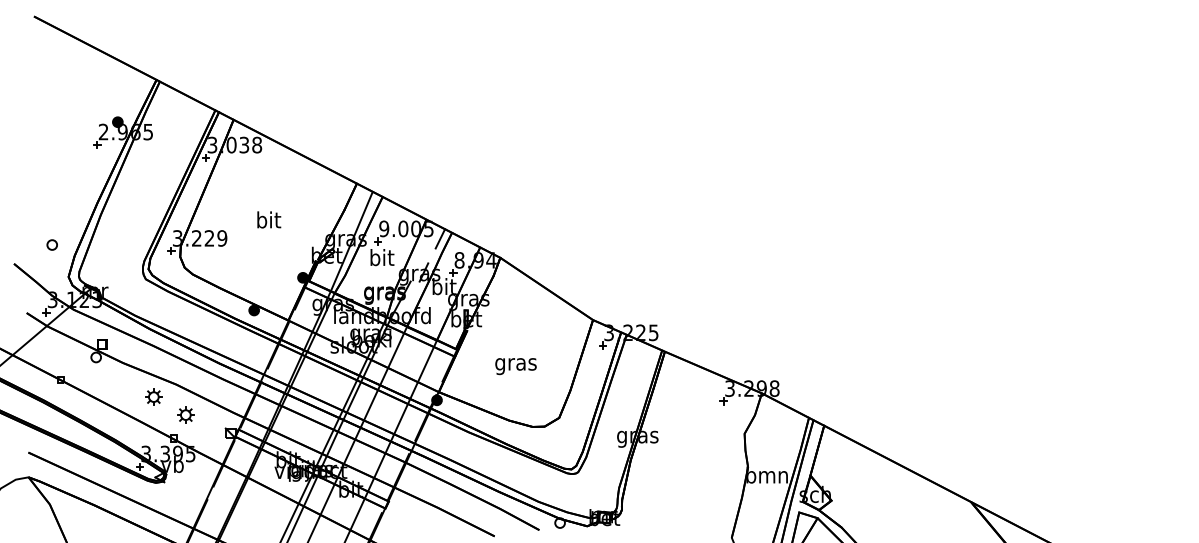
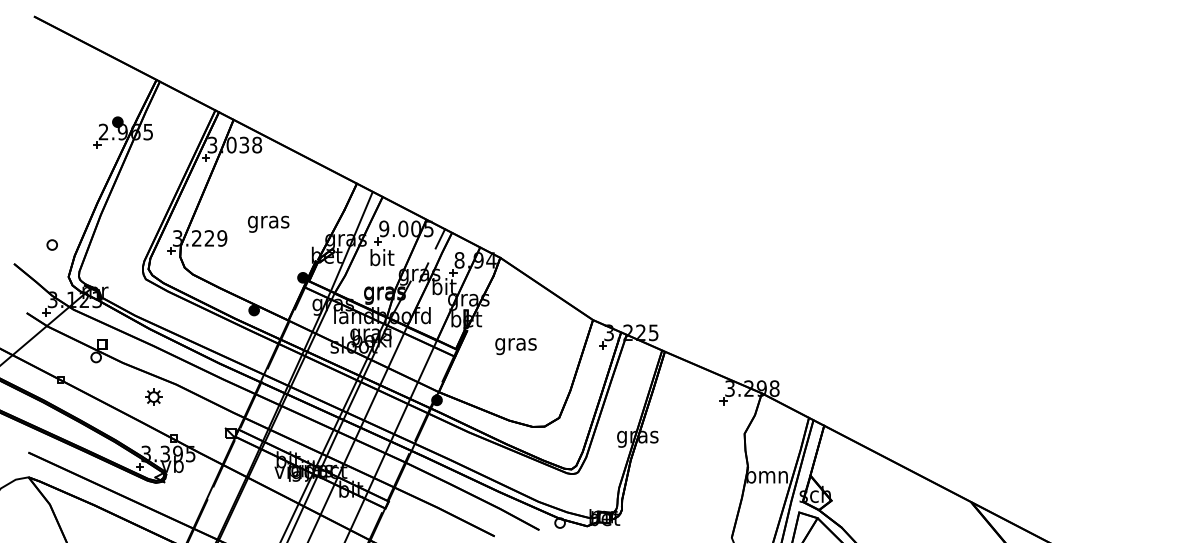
text at (268, 221): bit -> gras
text at (515, 366) position: (515, 366) -> (515, 346)
part at (185, 414): present -> none
